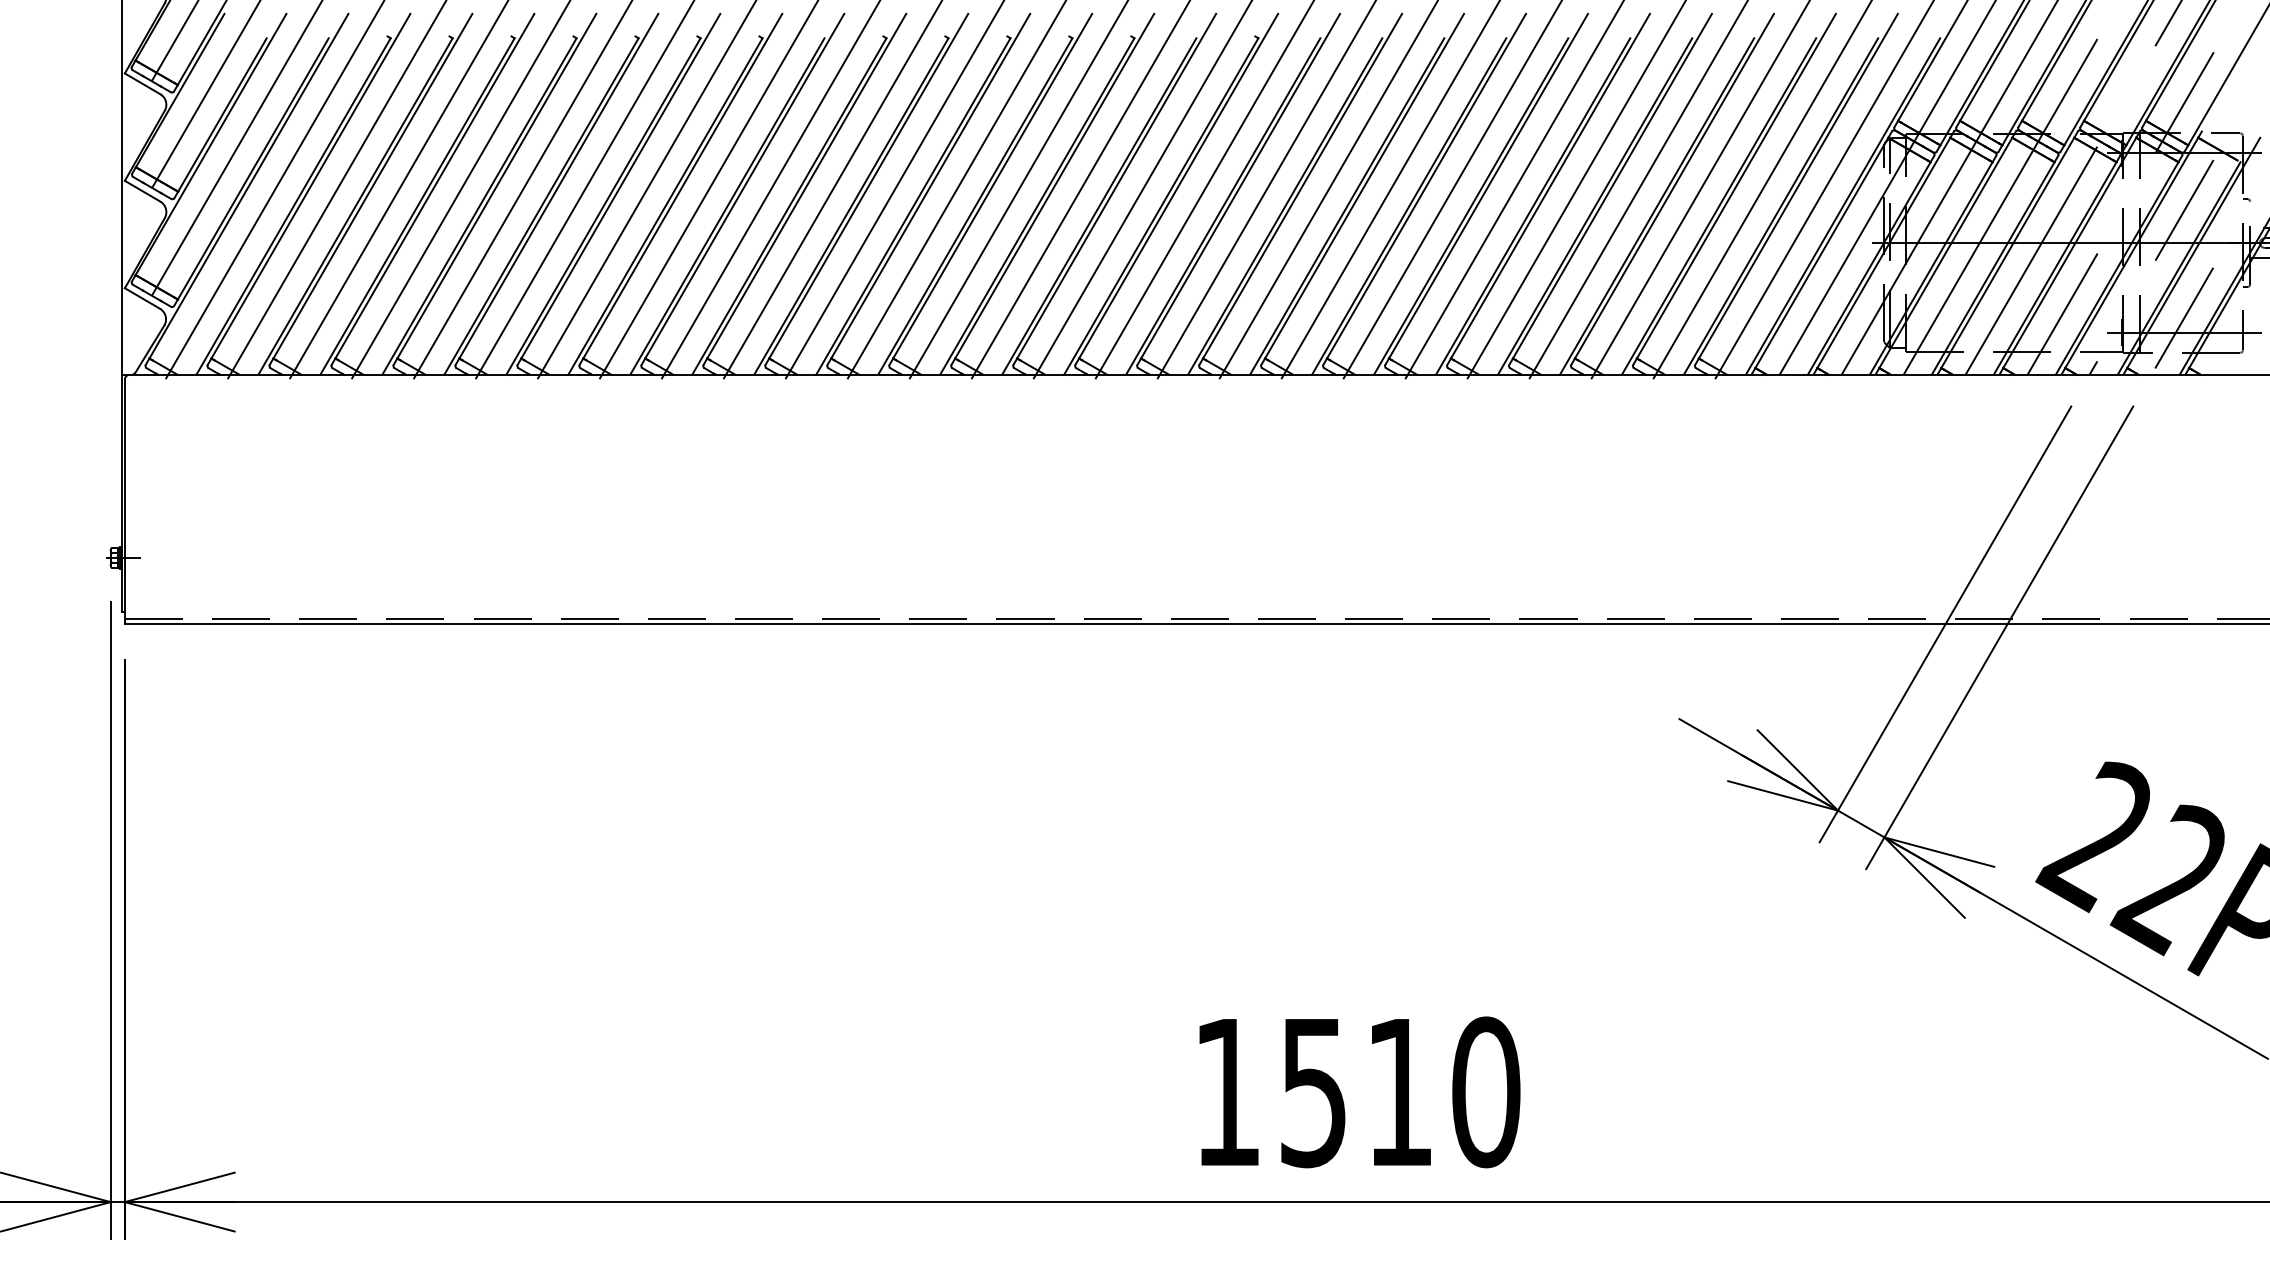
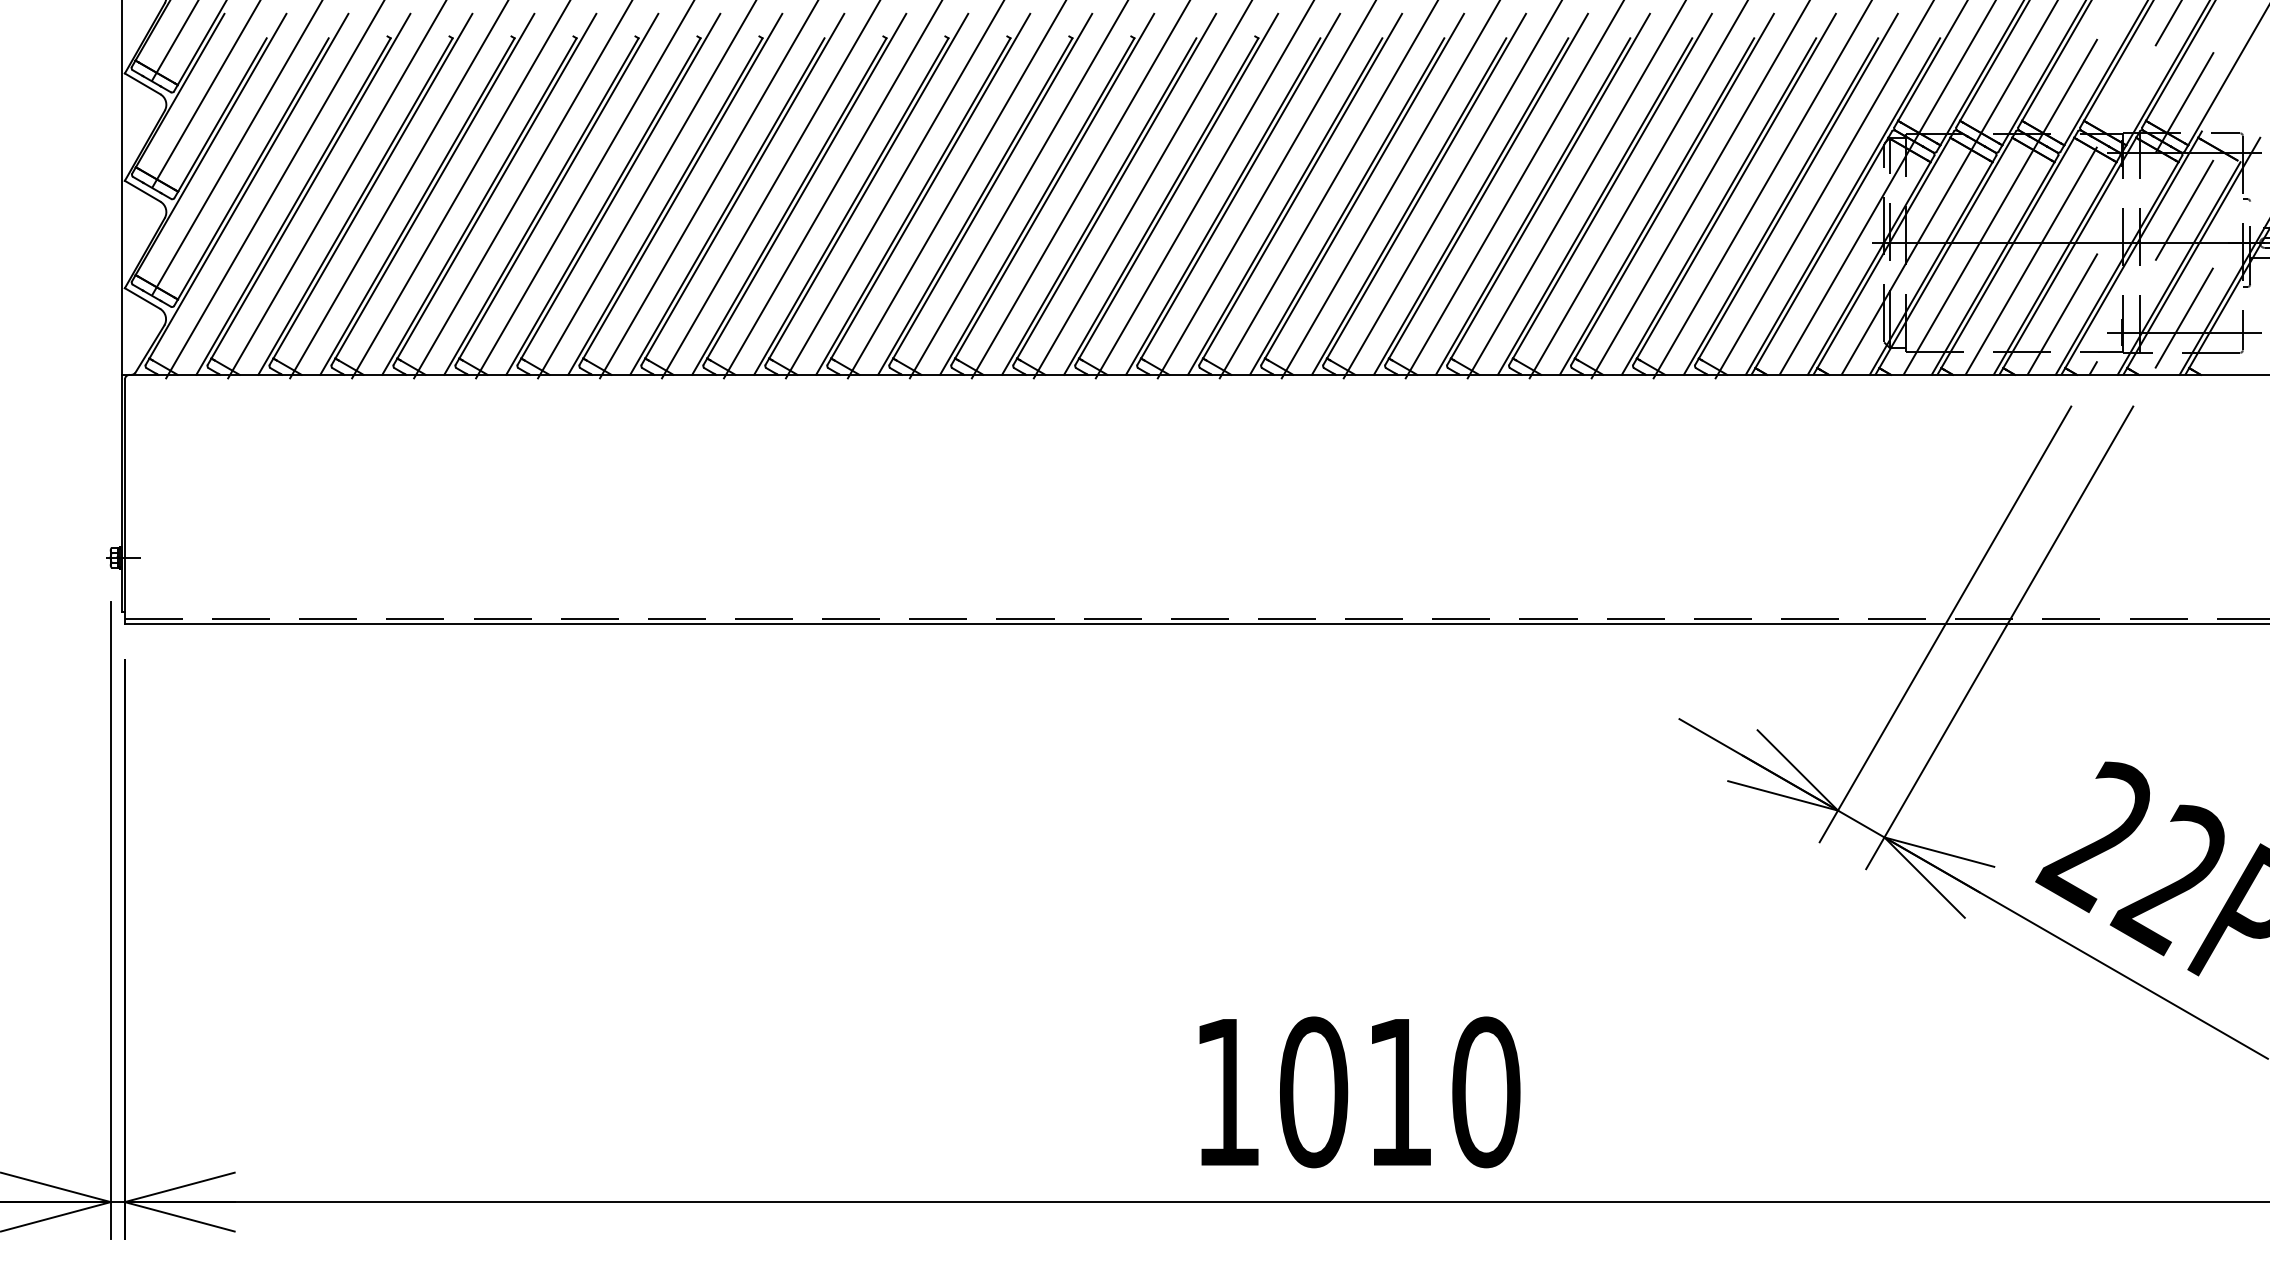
text at (1314, 1092): 1510 -> 1010
